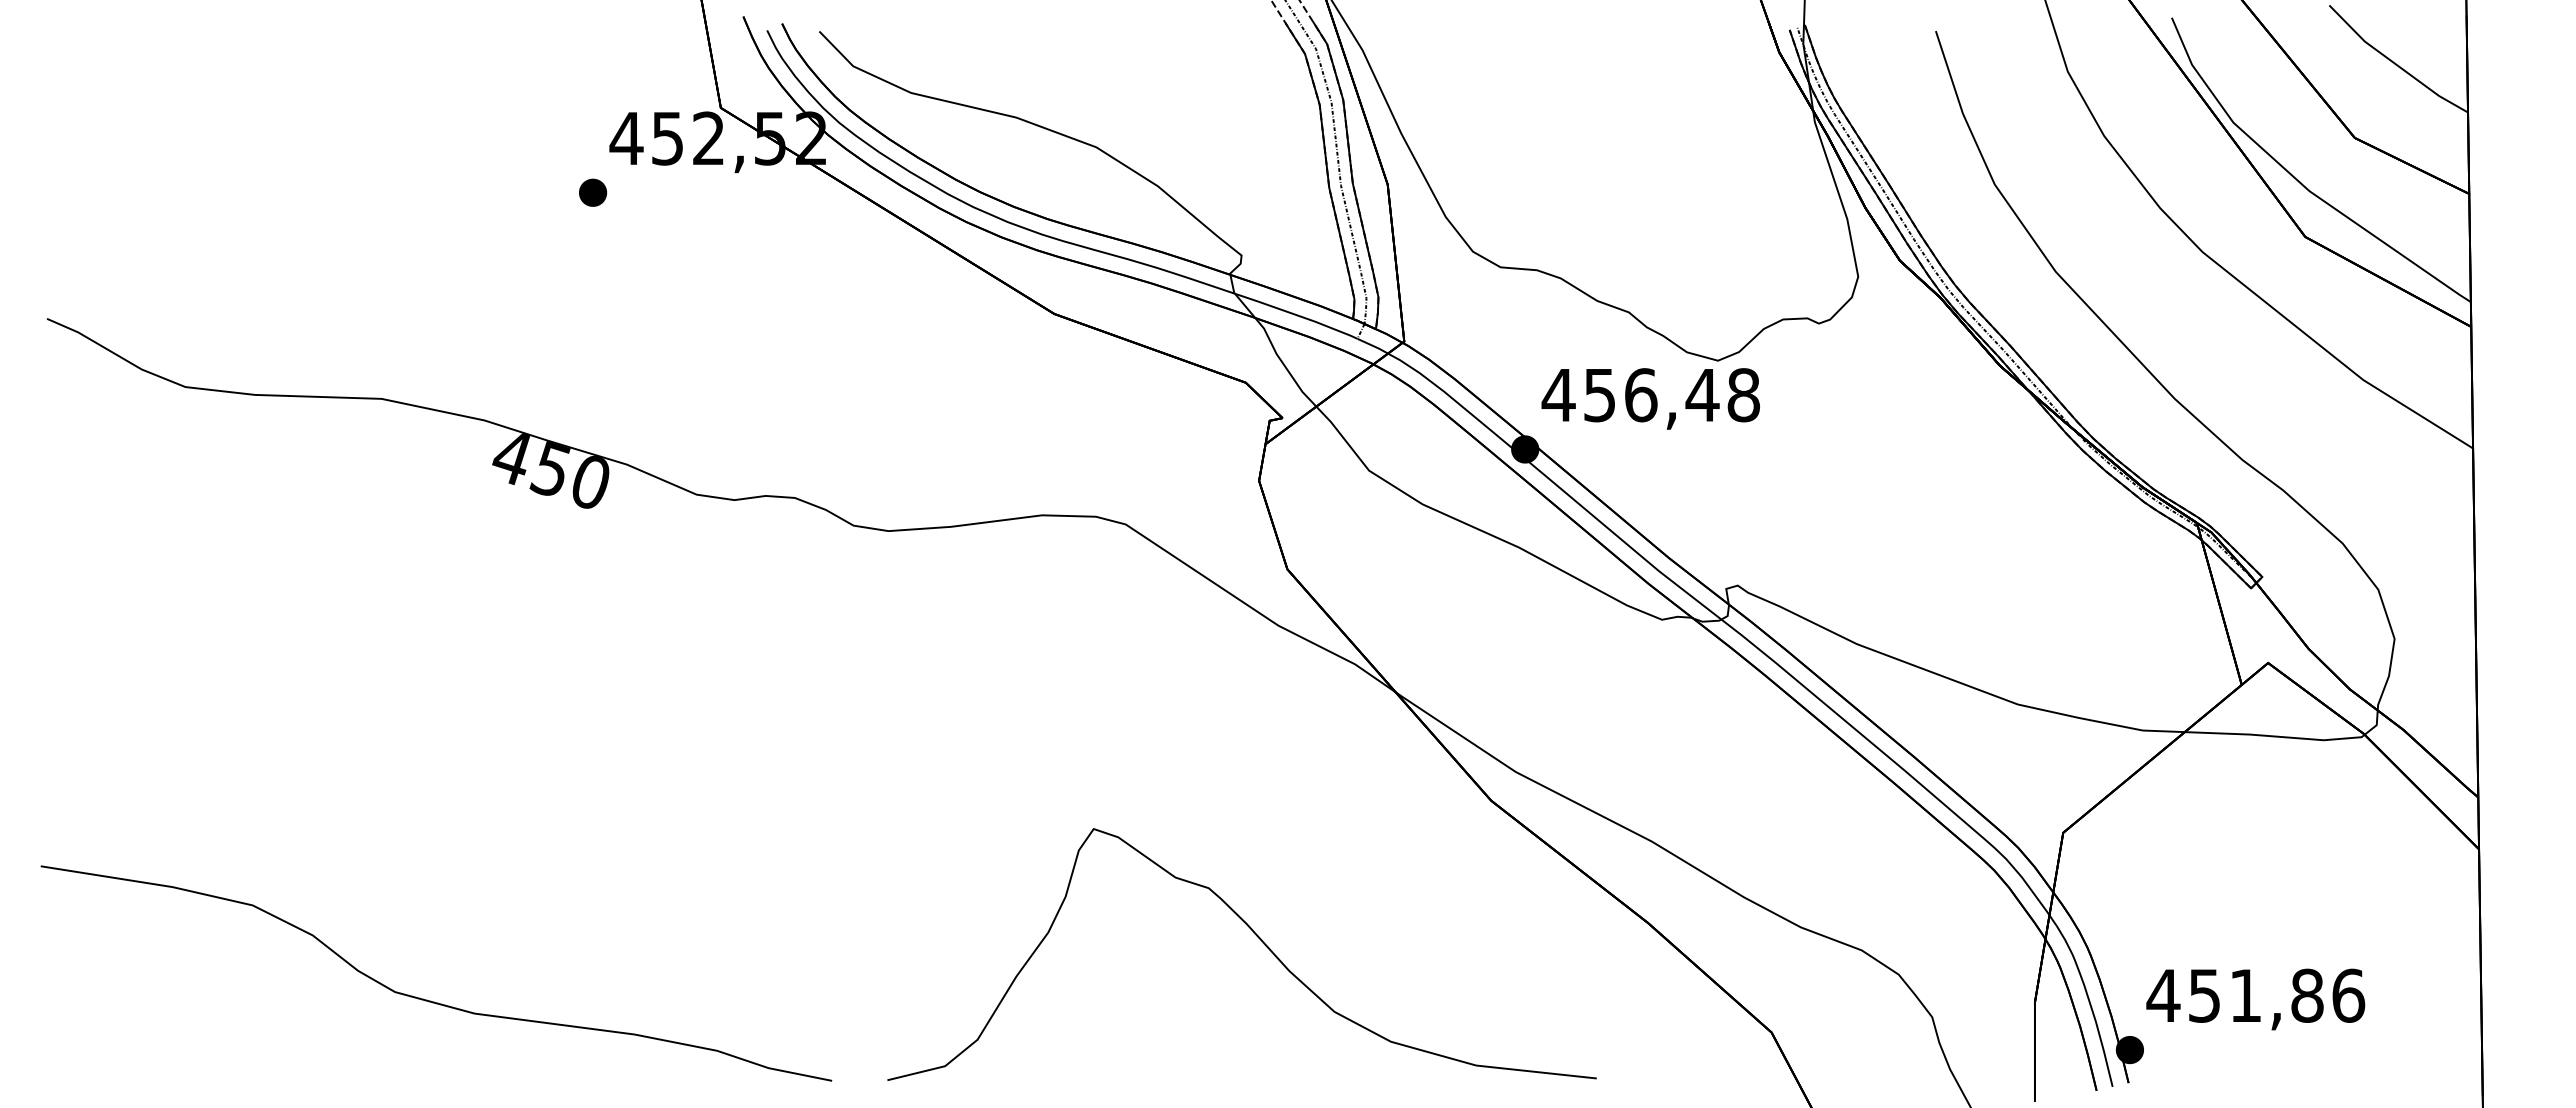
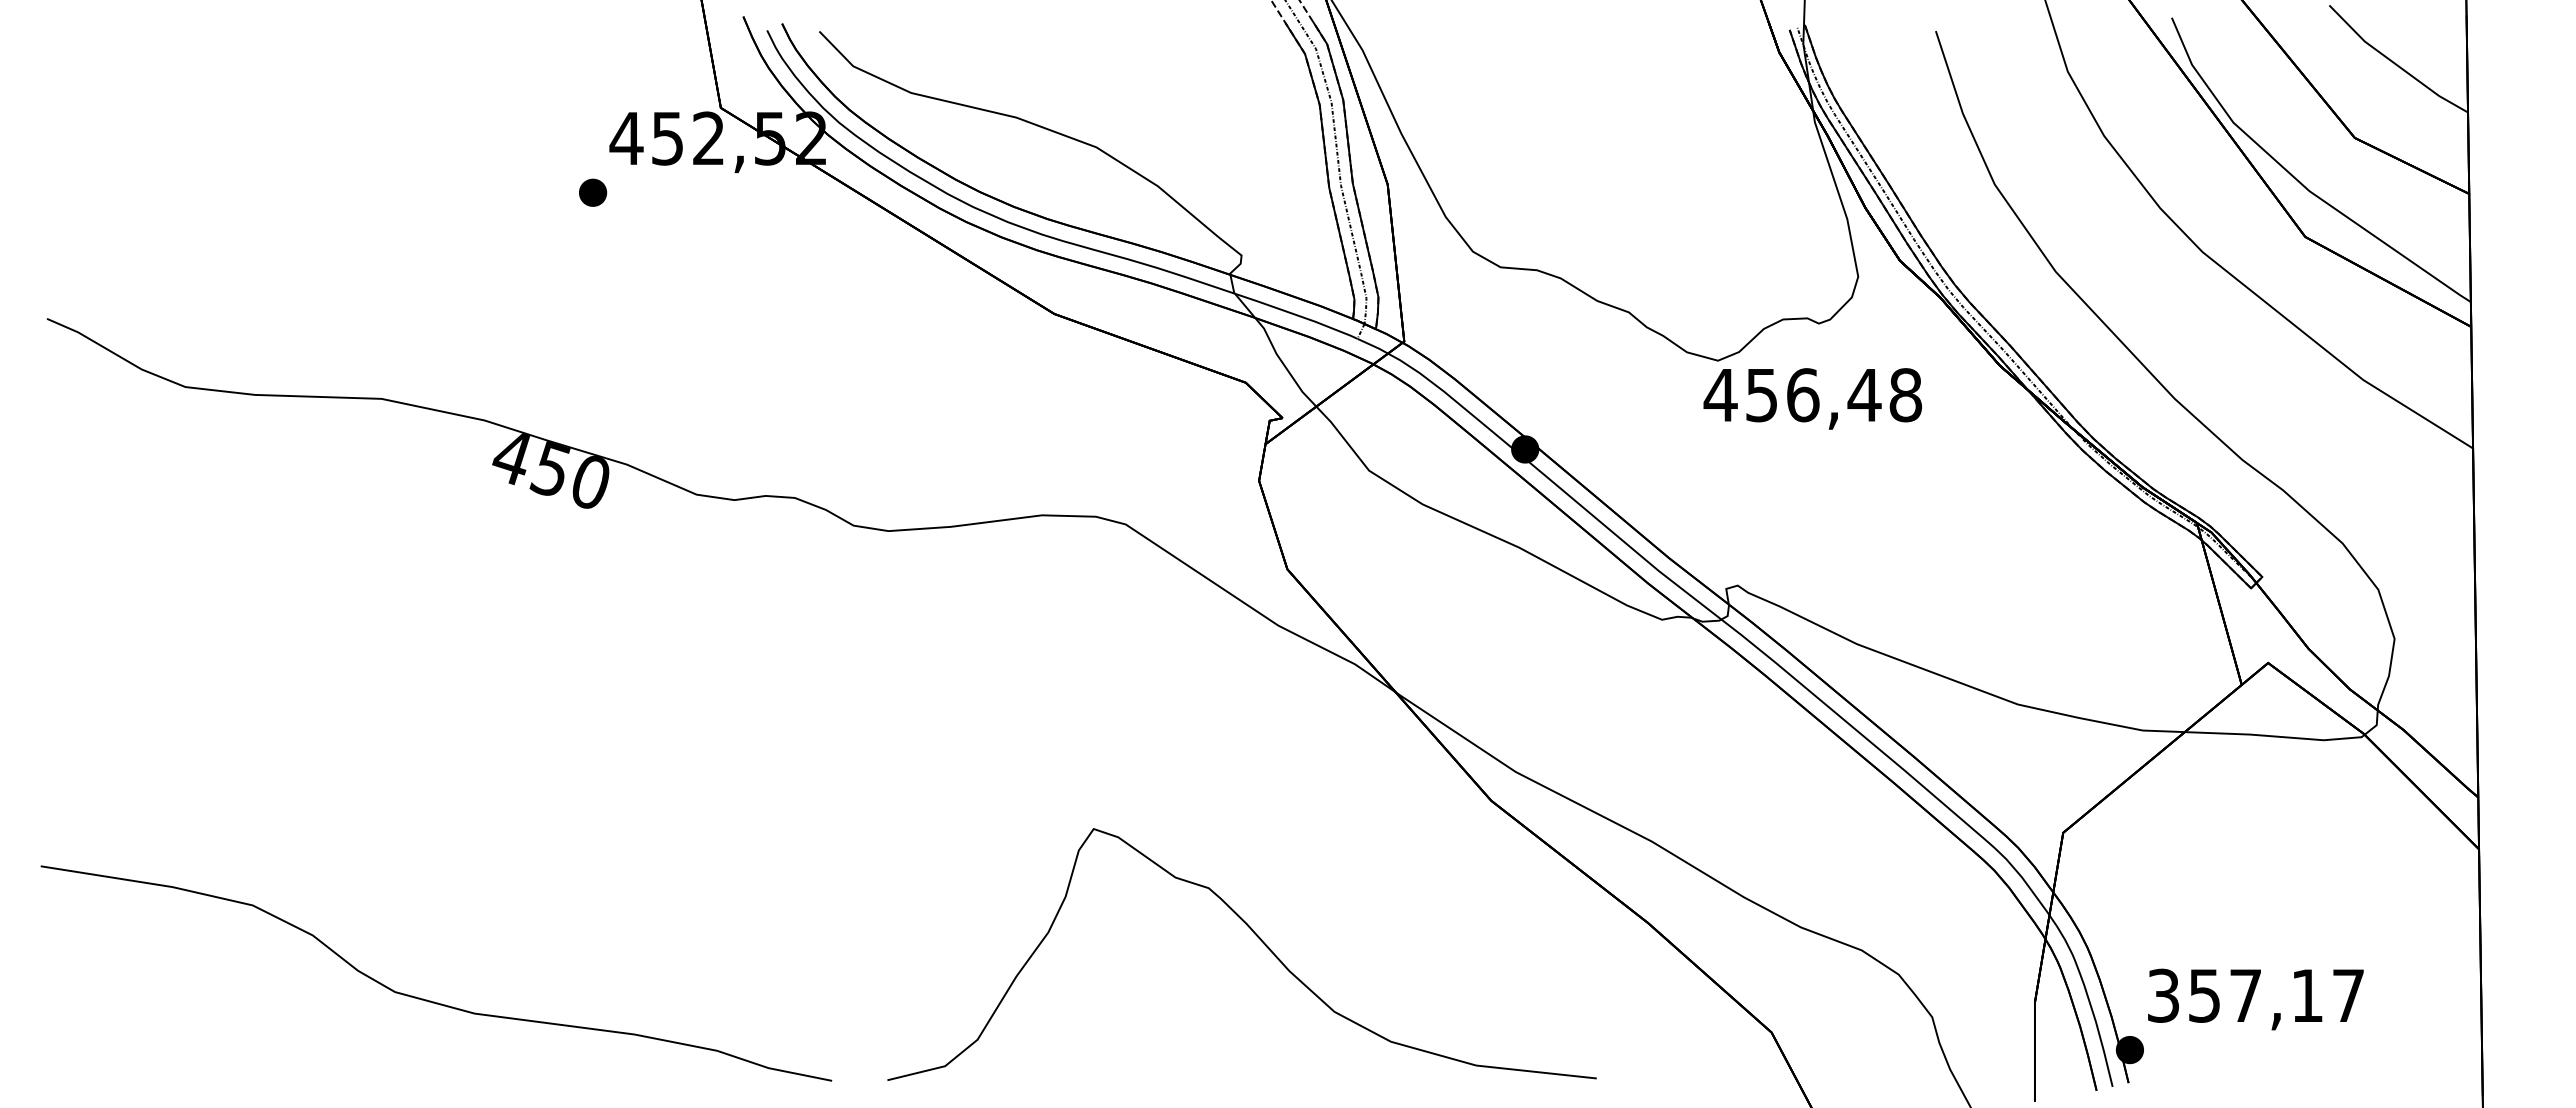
text at (1650, 398) position: (1650, 398) -> (1812, 398)
text at (2255, 995): 451,86 -> 357,17
